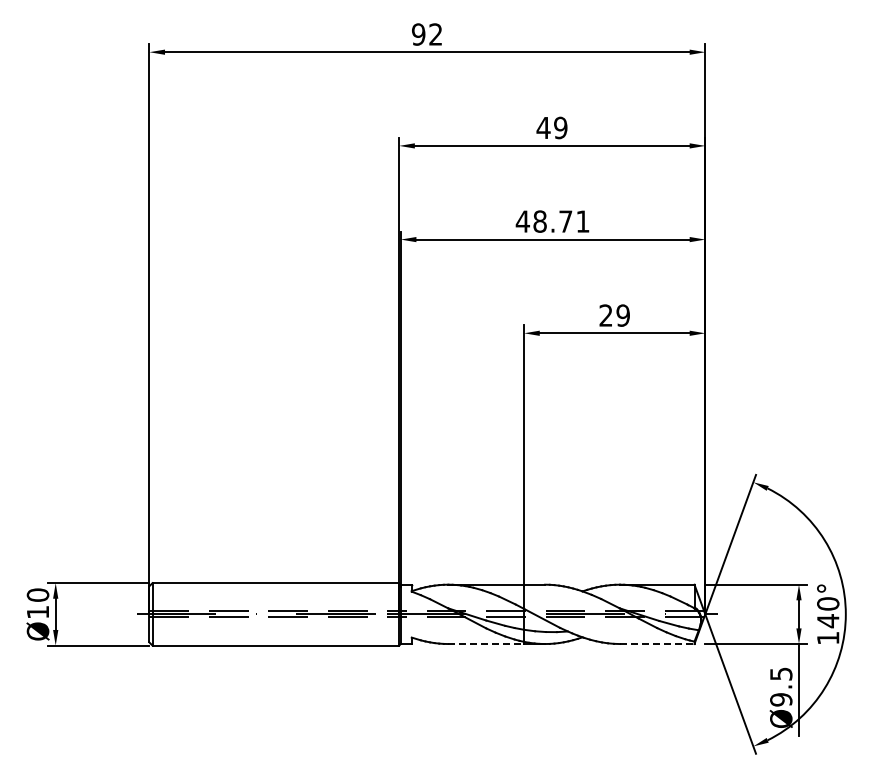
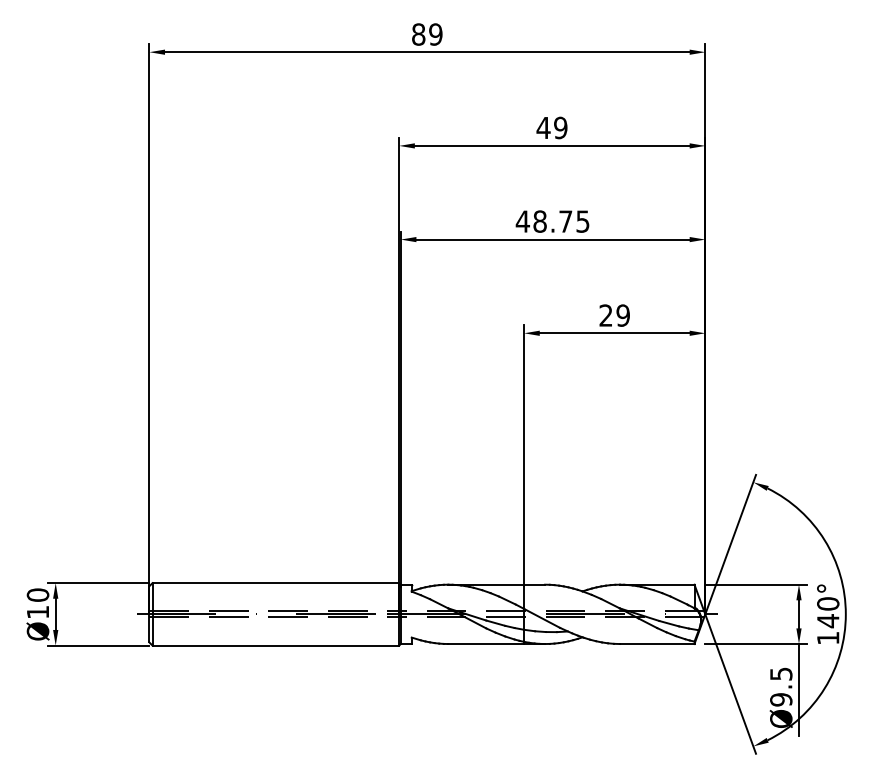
text at (427, 34): 92 -> 89
text at (582, 221): 48.71 -> 48.75
line at (486, 644): dashed -> solid
line at (657, 644): dashed -> solid
